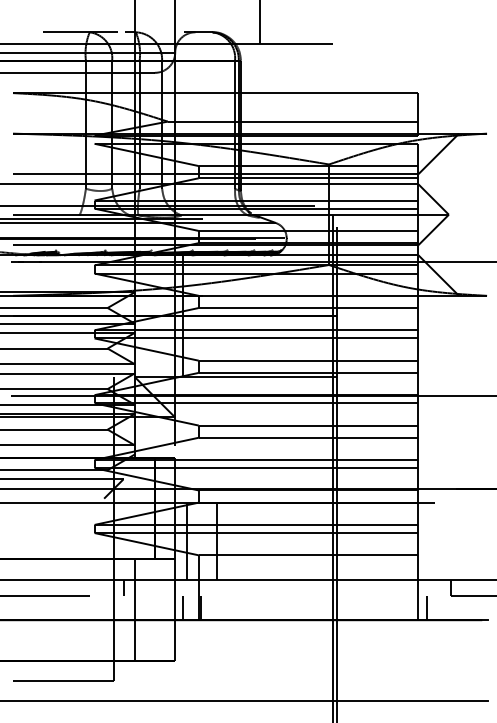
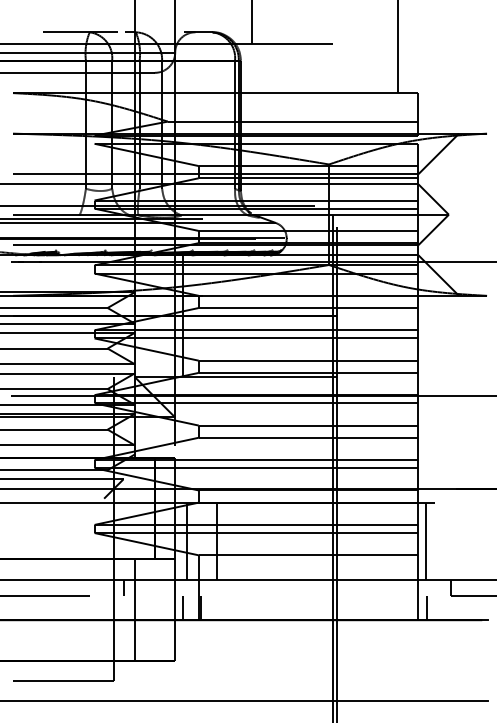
line at (260, 23) position: (260, 23) -> (252, 23)
line at (398, 47): none -> present
line at (425, 540): none -> present
